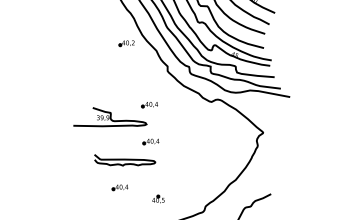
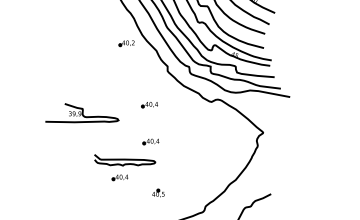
part at (110, 117) position: (110, 117) -> (82, 113)
part at (119, 187) position: (119, 187) -> (119, 177)
part at (158, 198) position: (158, 198) -> (158, 192)
